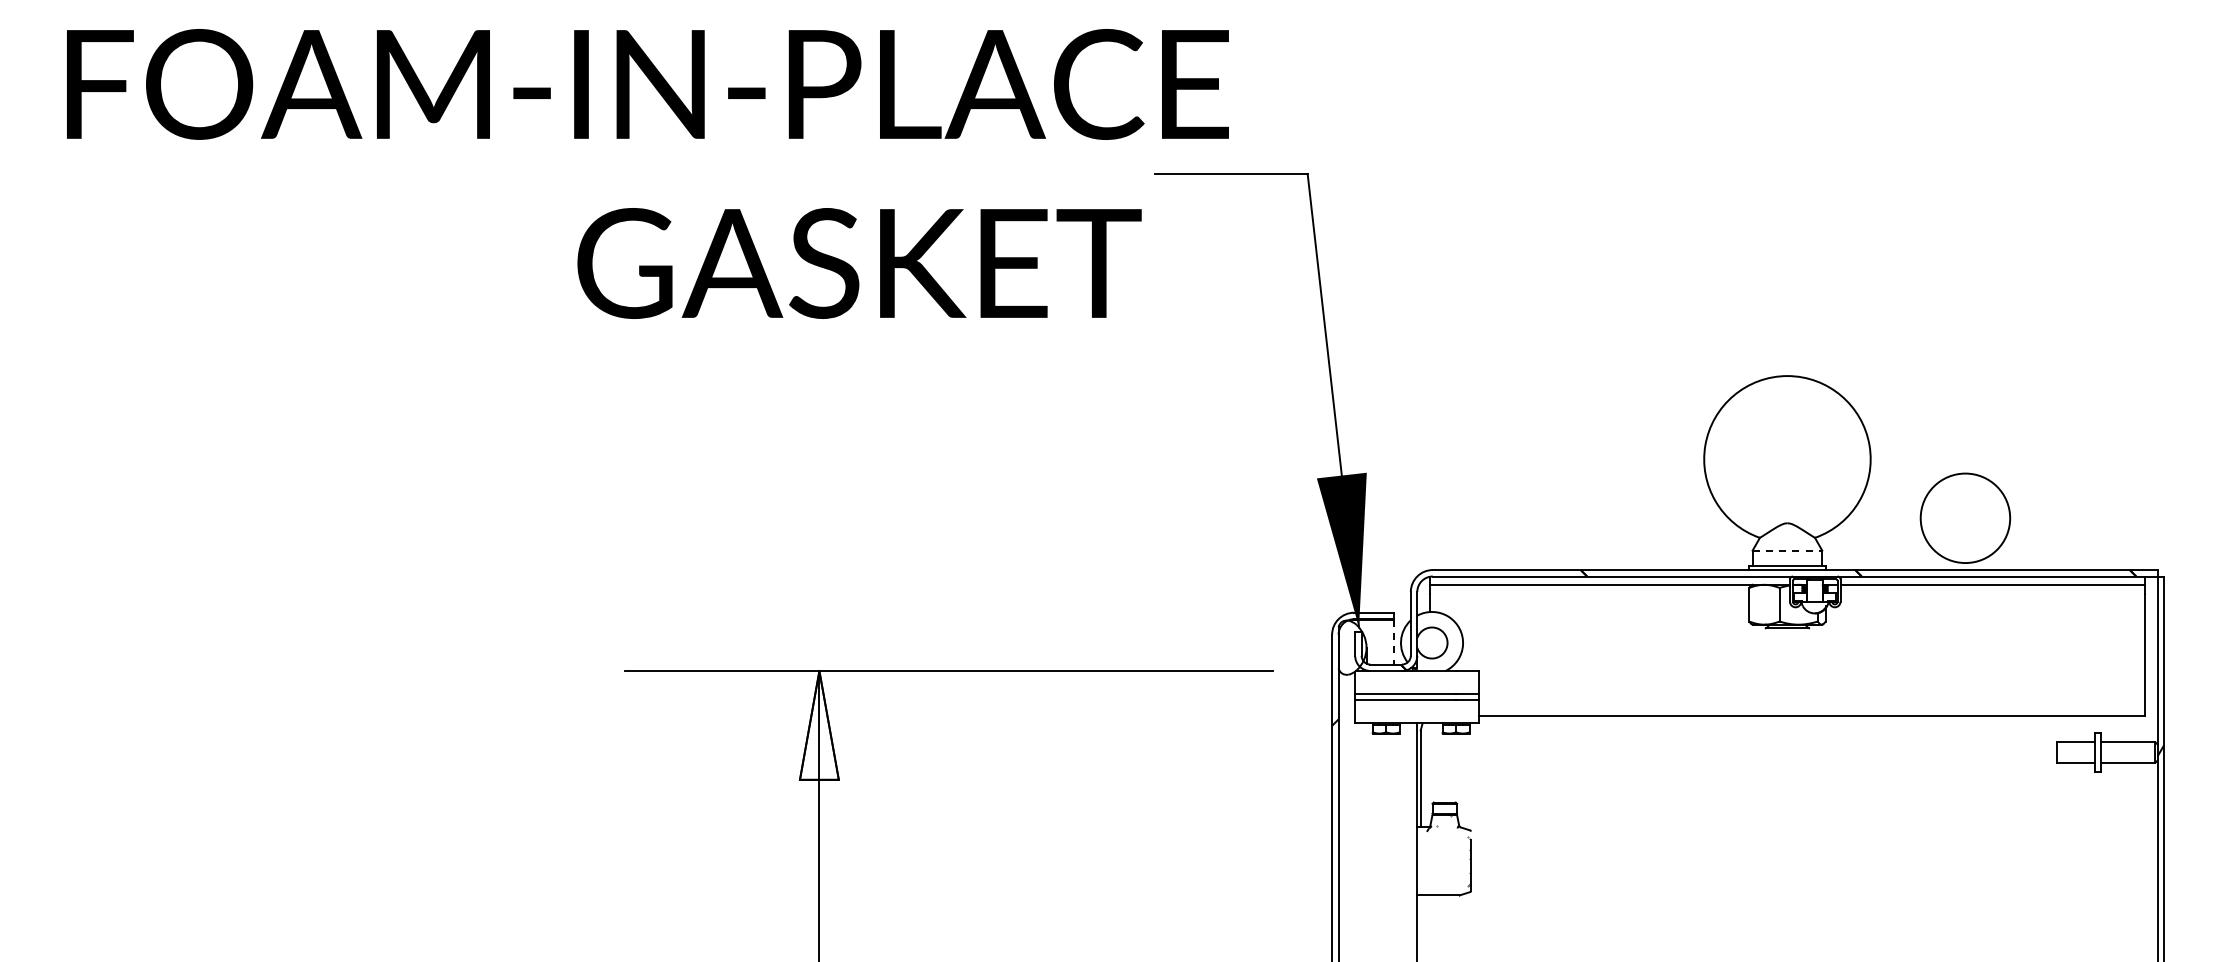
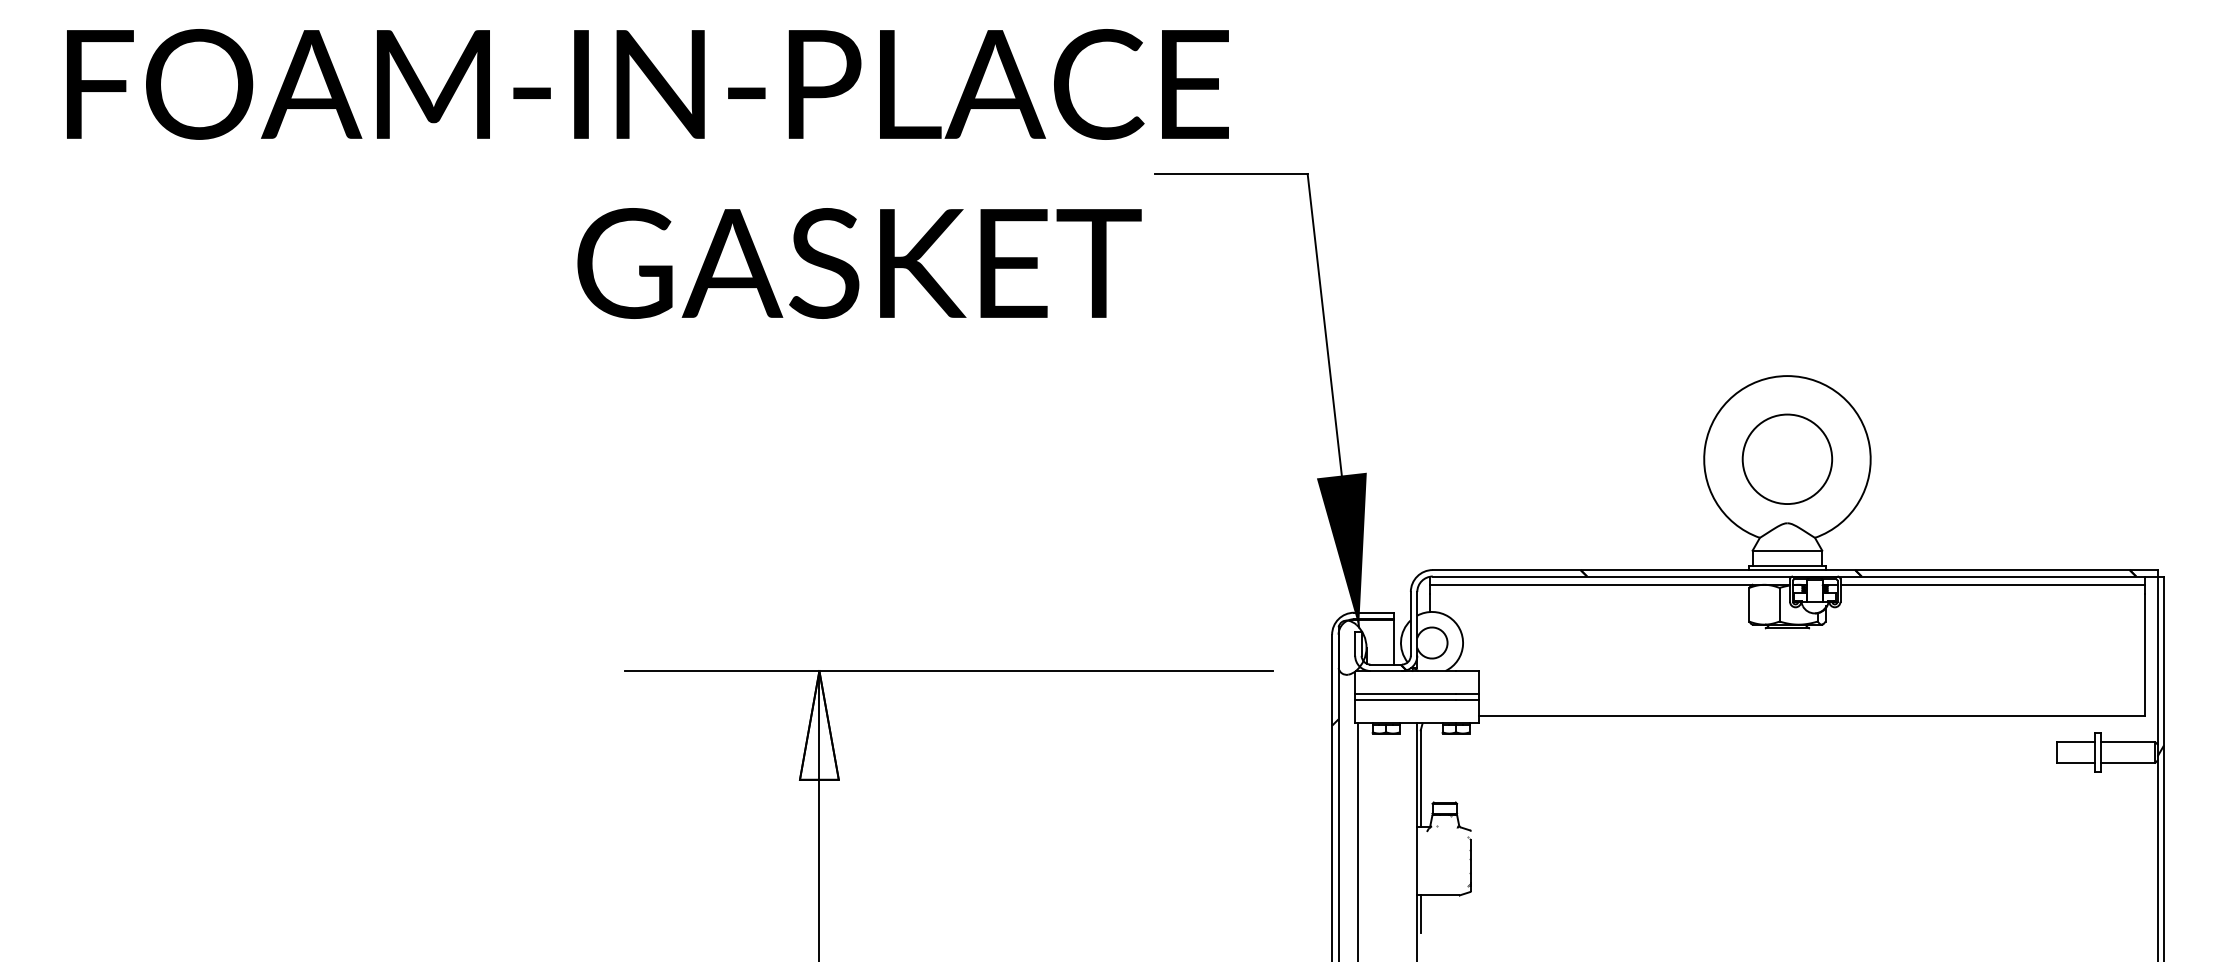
circle at (1965, 517) position: (1965, 517) -> (1787, 458)
line at (1787, 550): dashed -> solid
line at (1394, 642): dashed -> solid
line at (1357, 840): none -> present
line at (1420, 914): none -> present
